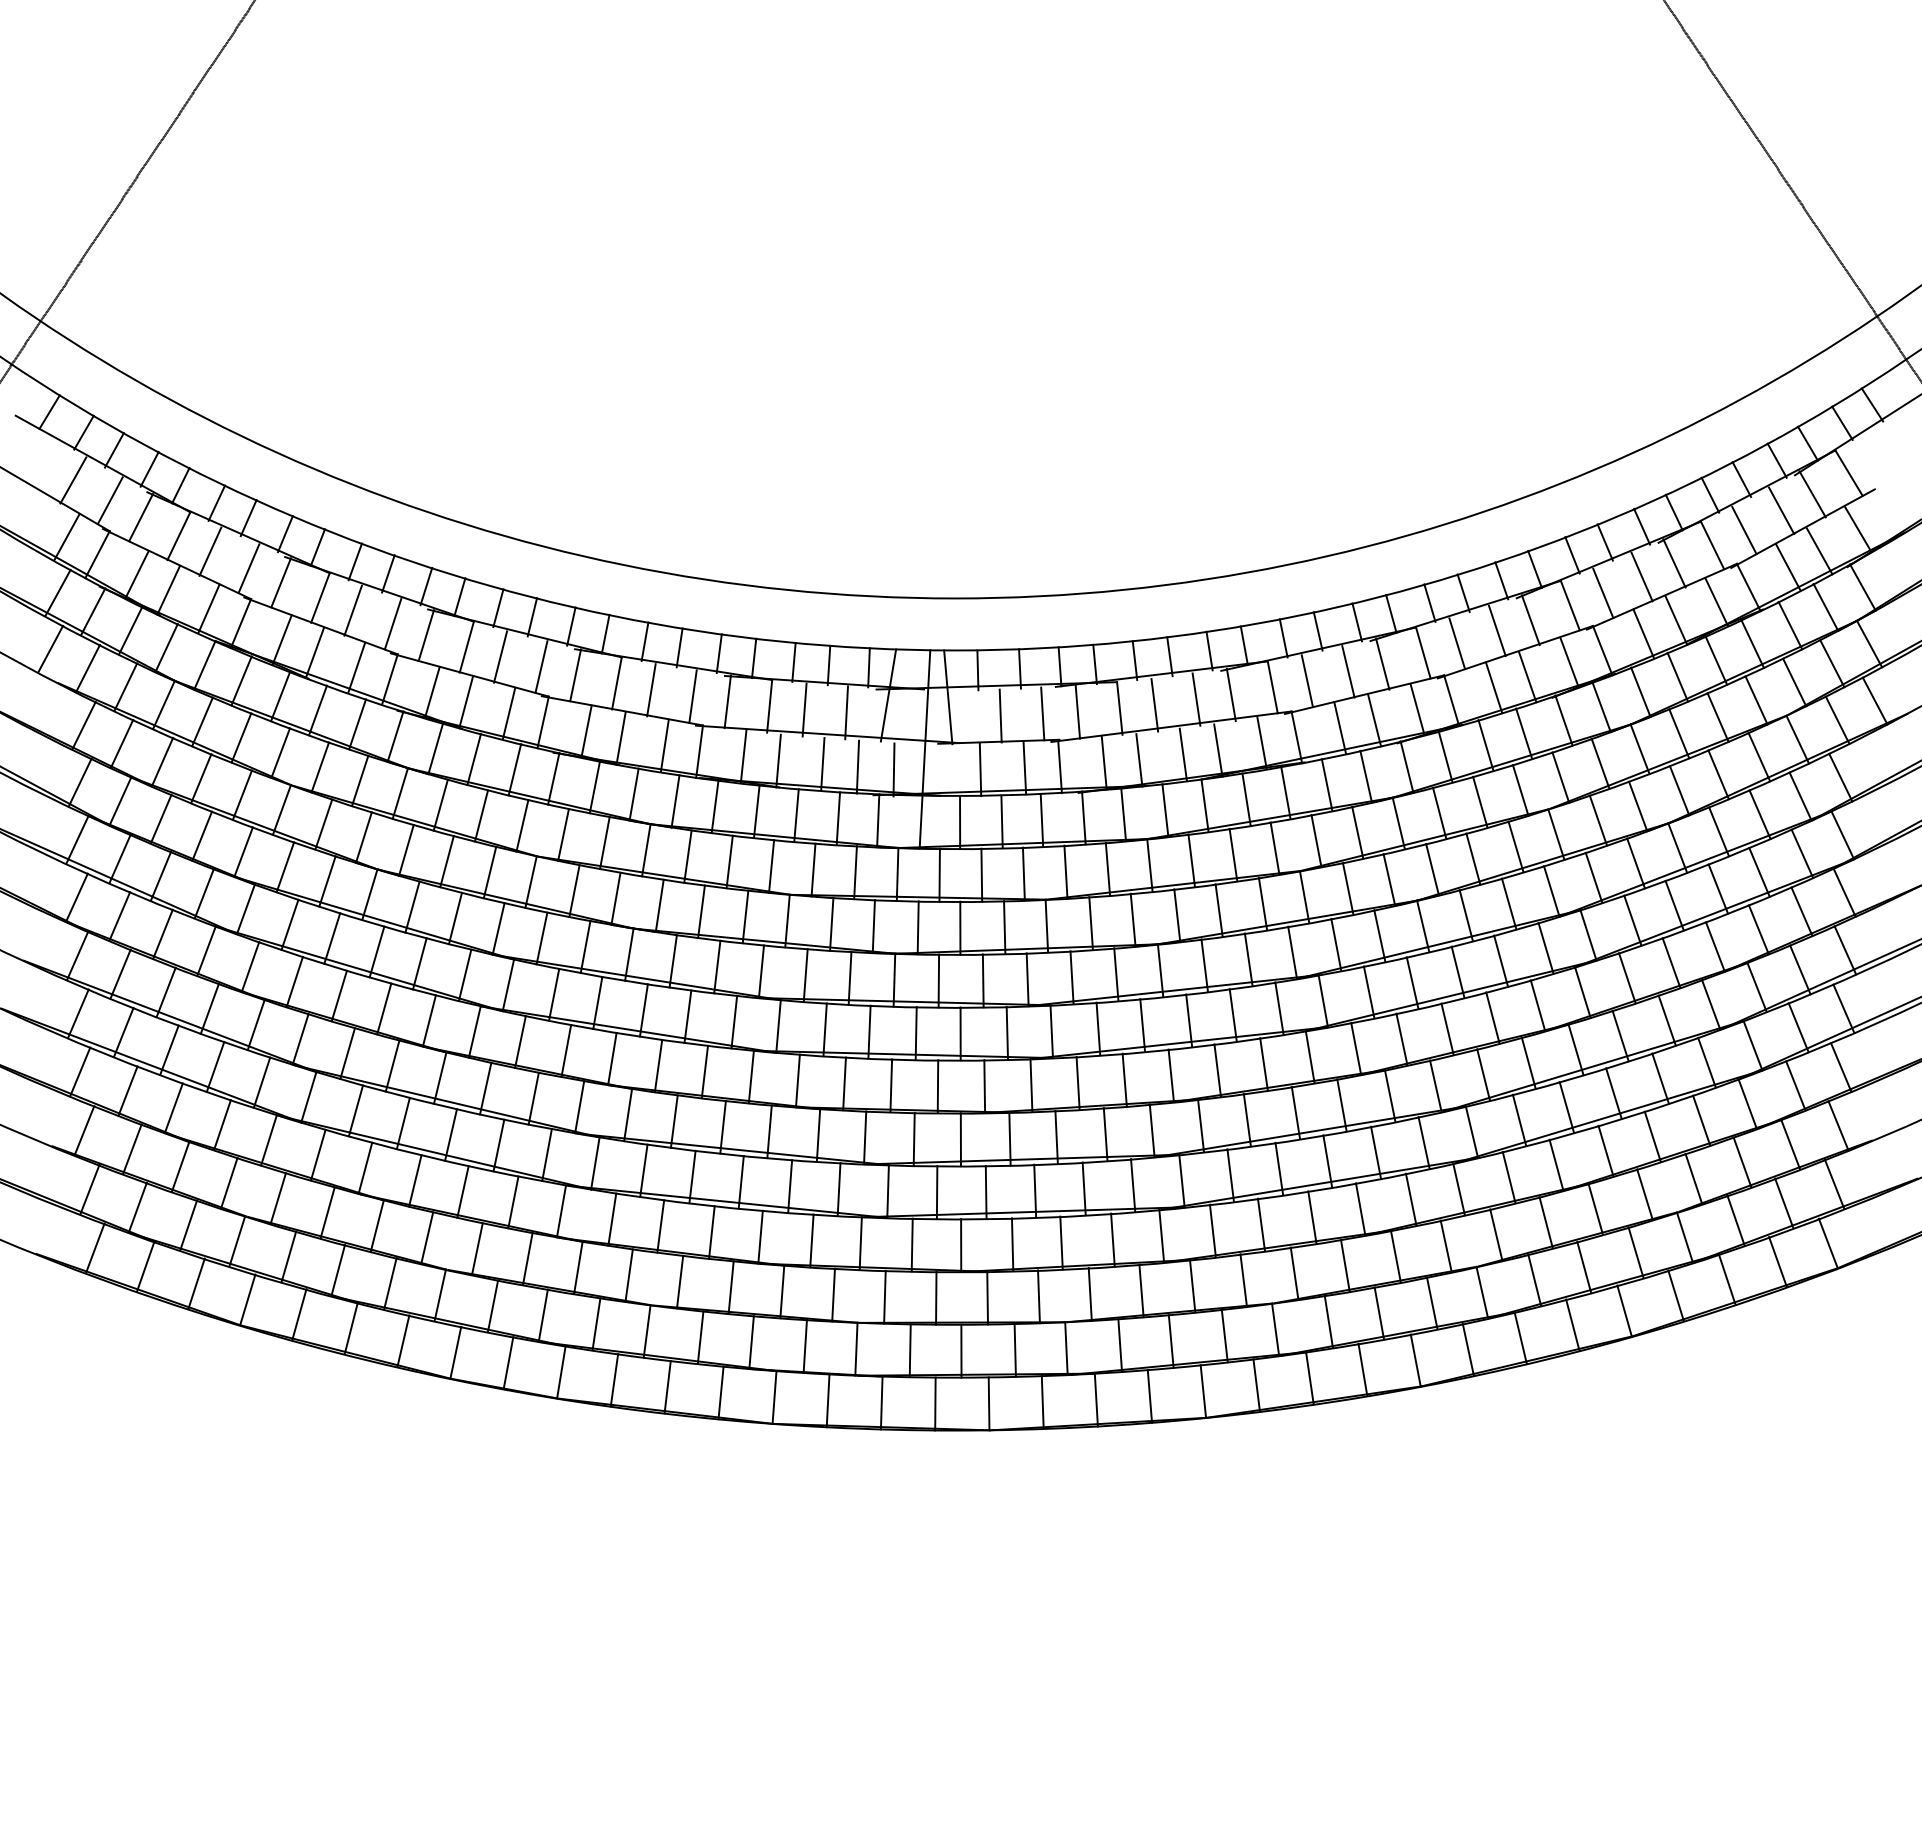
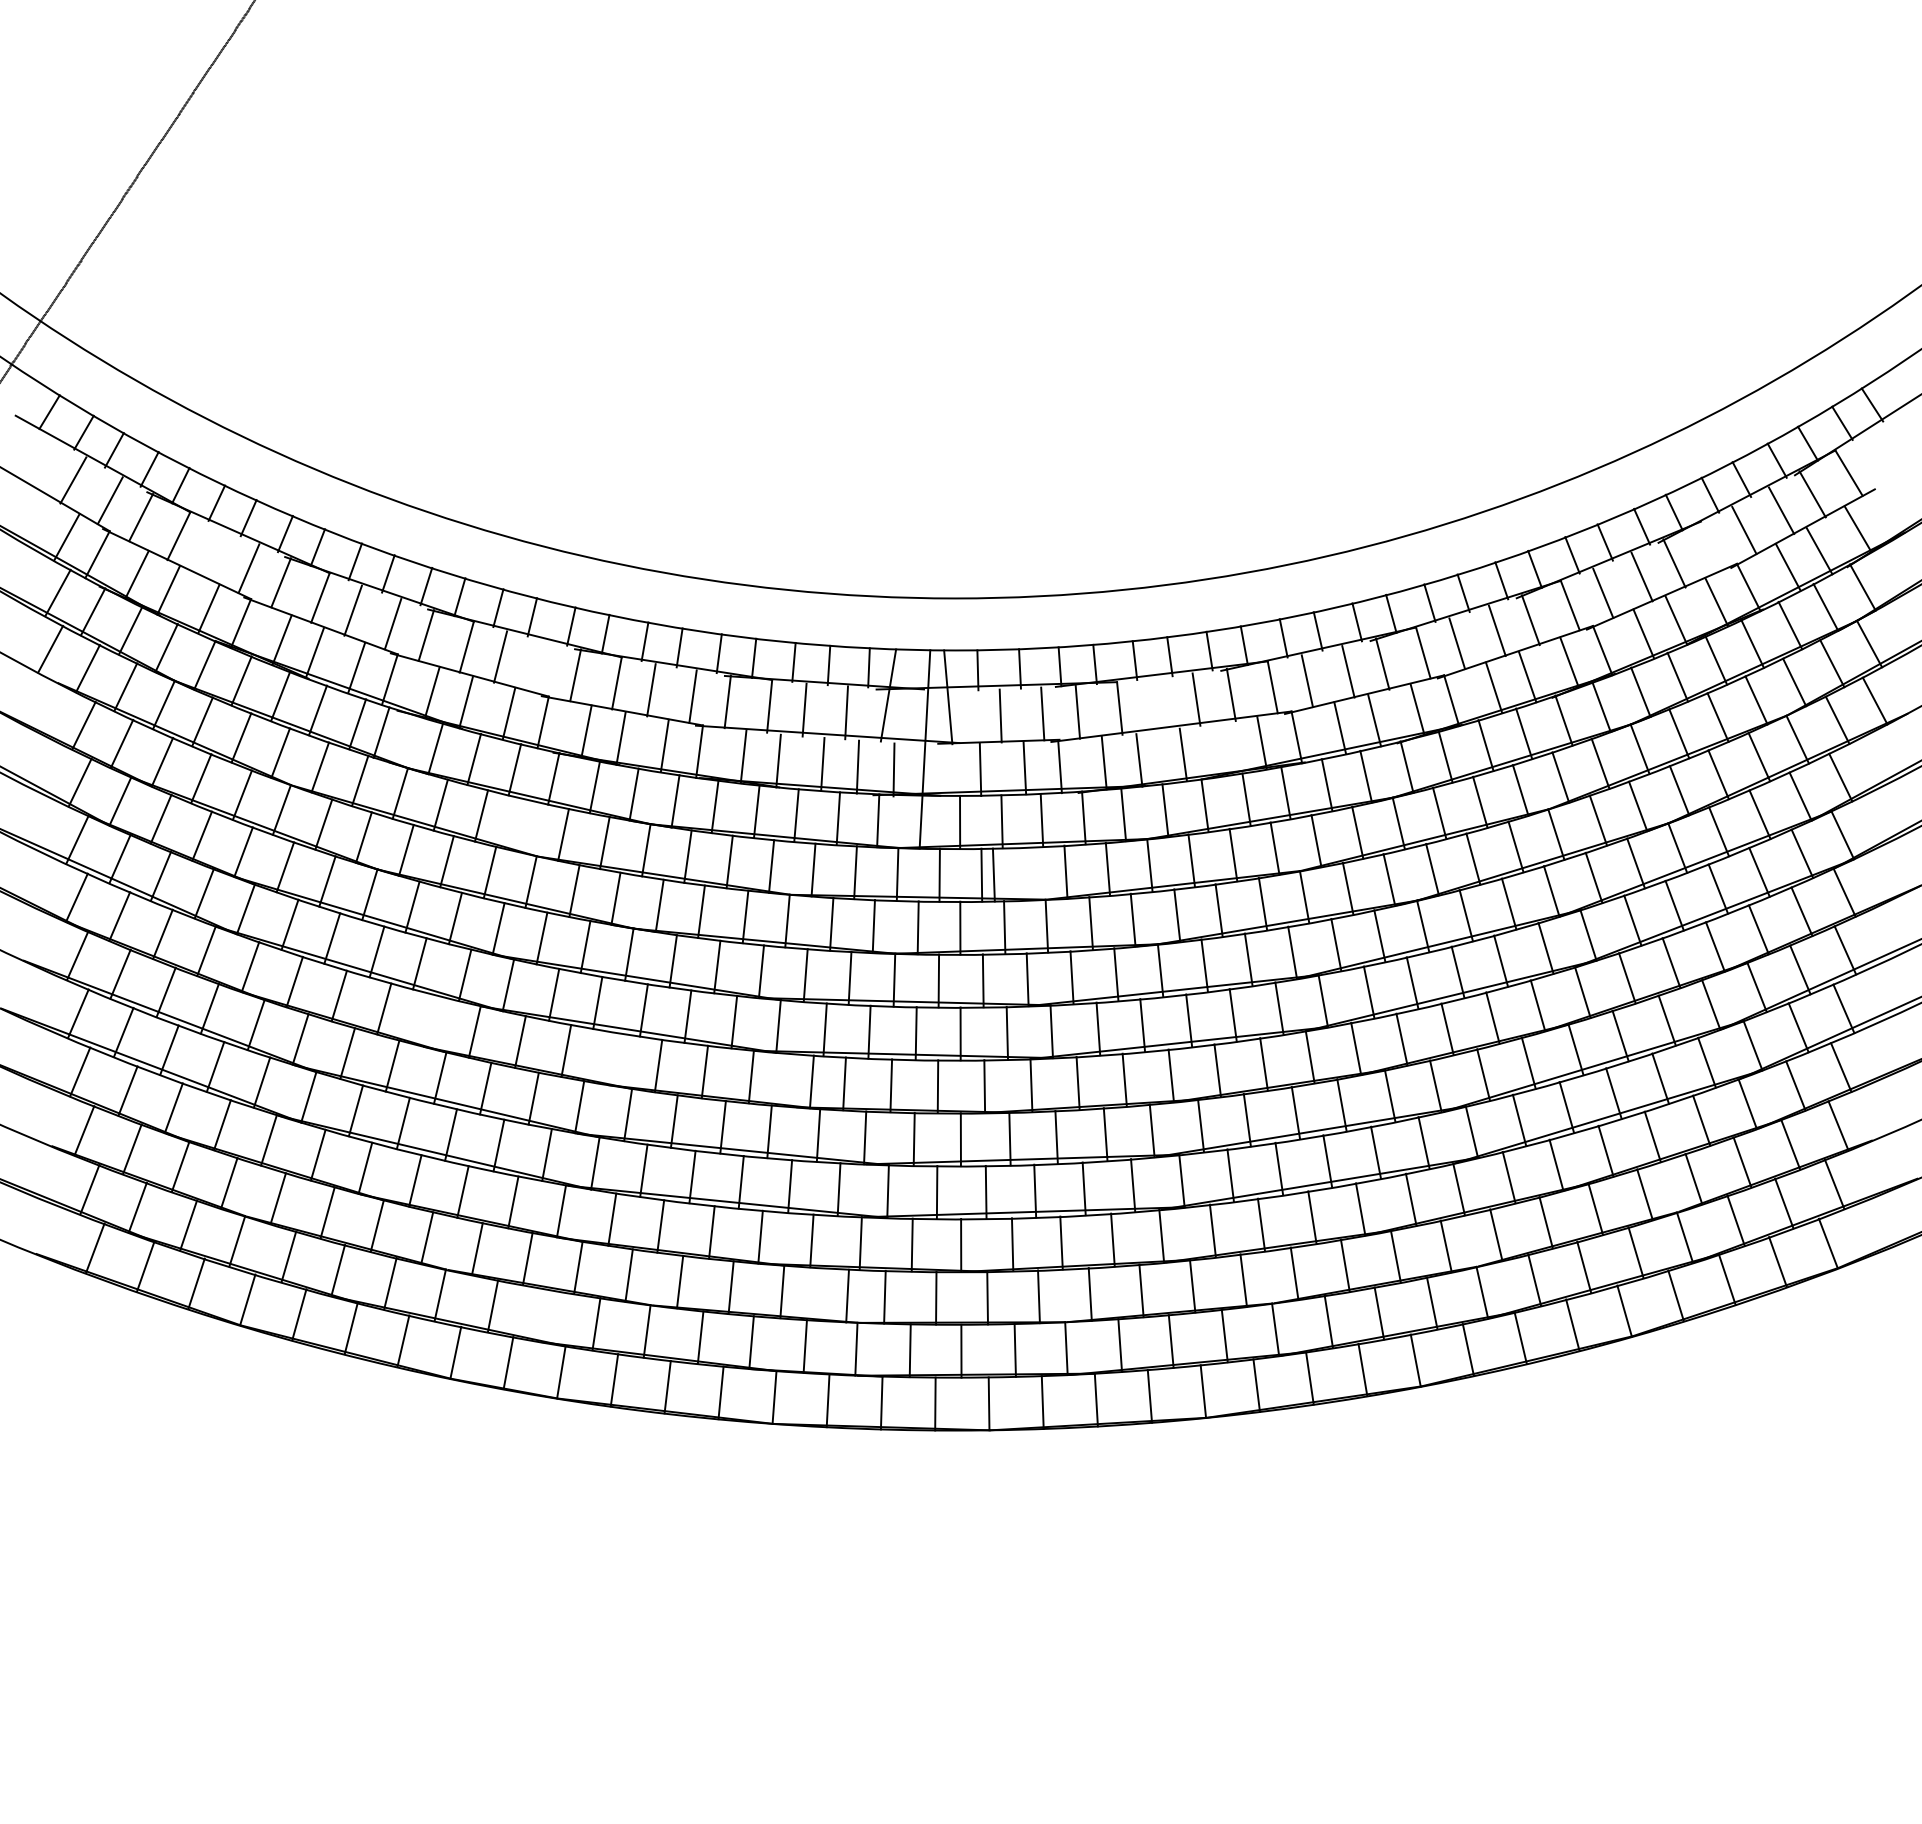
line at (1791, 190): present -> none
line at (1712, 545): present -> none
line at (210, 551): present -> none
line at (541, 666): present -> none
line at (1154, 705): present -> none
line at (395, 736) position: (395, 736) -> (381, 732)
line at (1218, 750): present -> none
line at (522, 825): present -> none
line at (1023, 873) position: (1023, 873) -> (993, 874)
line at (428, 1020): present -> none
line at (612, 1058): present -> none
line at (797, 1080) position: (797, 1080) -> (811, 1081)
line at (833, 1294) position: (833, 1294) -> (847, 1295)
line at (542, 1315): present -> none
